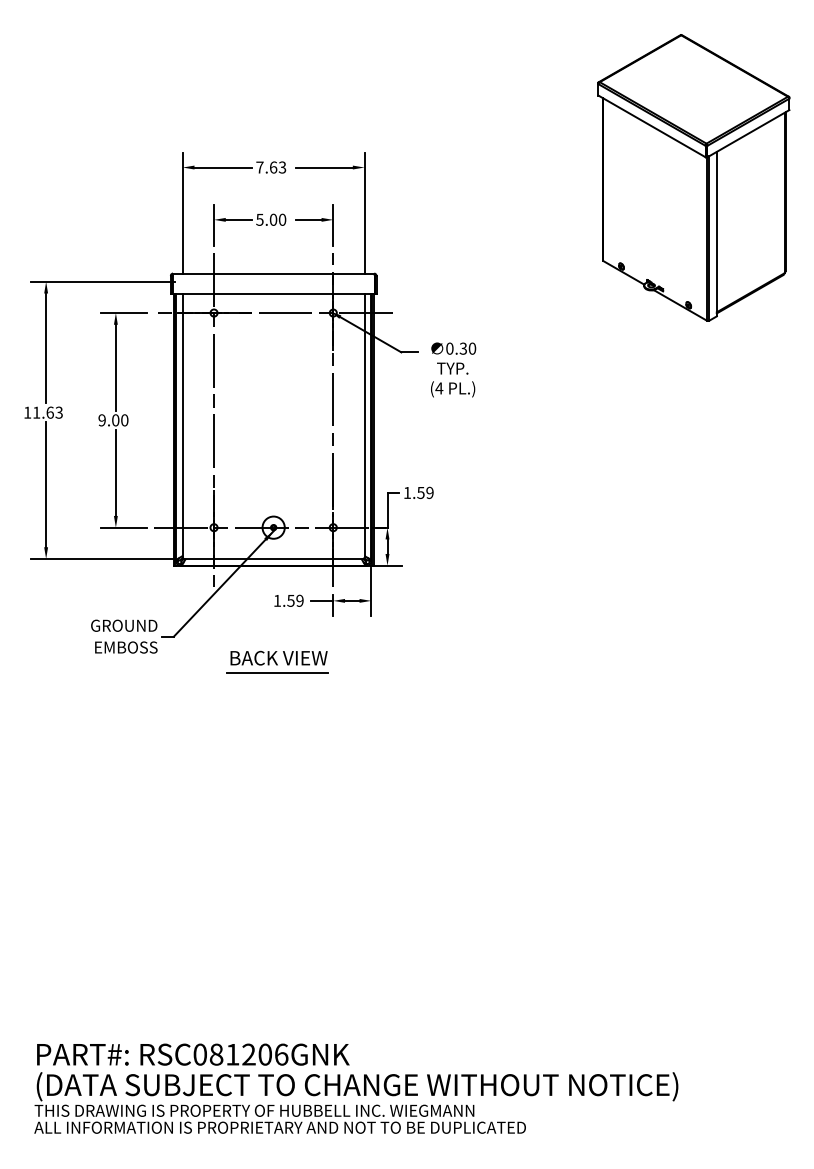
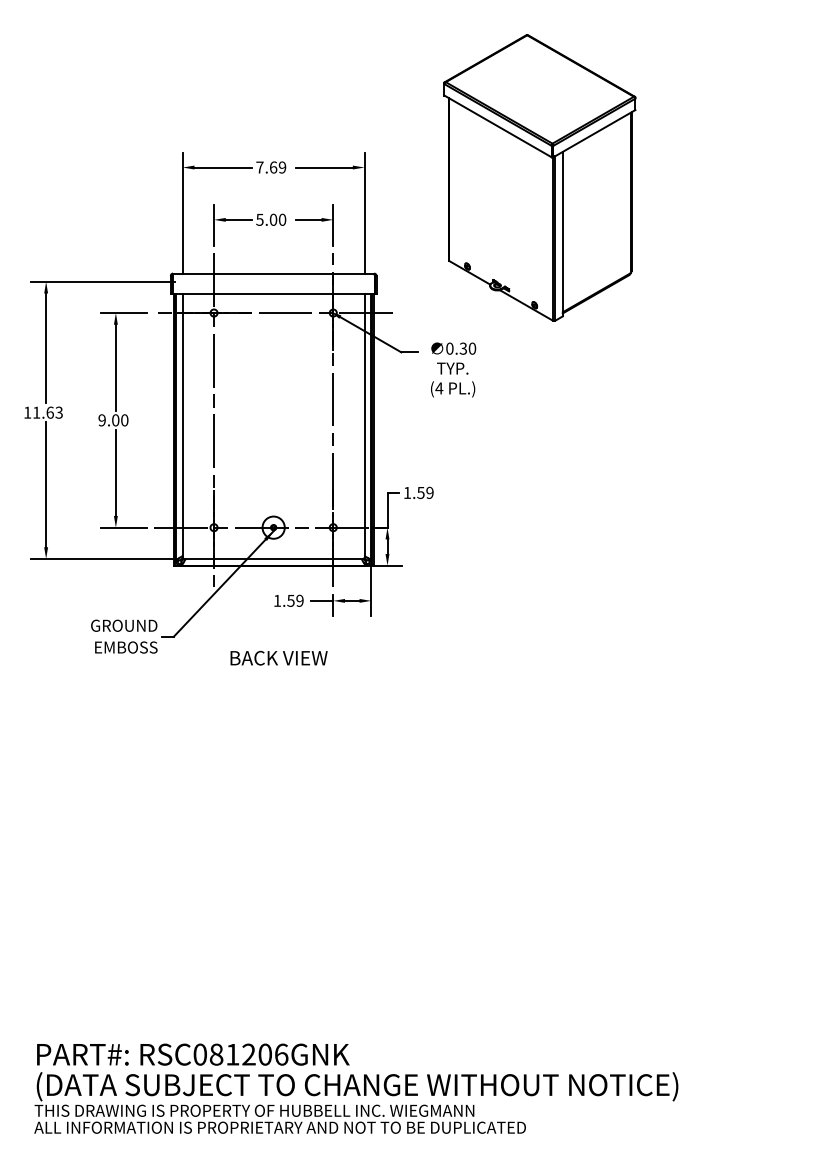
text at (282, 167): 7.63 -> 7.69
part at (693, 177) position: (693, 177) -> (539, 177)
line at (277, 672): present -> none
